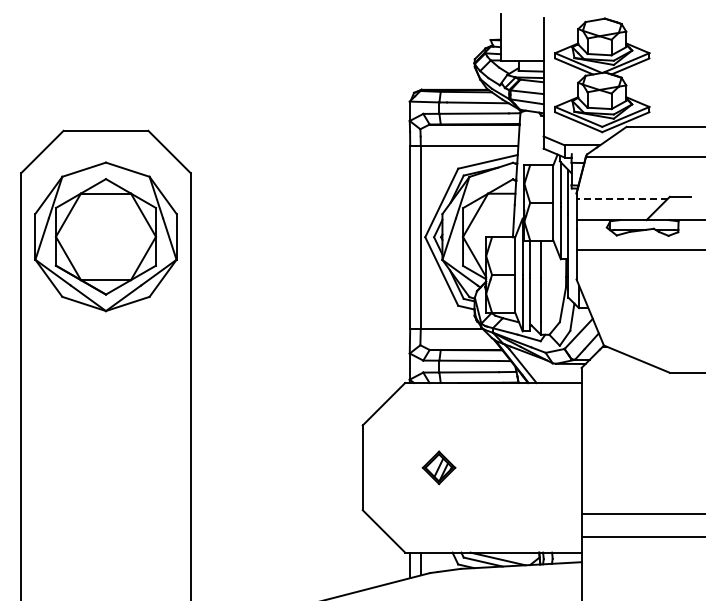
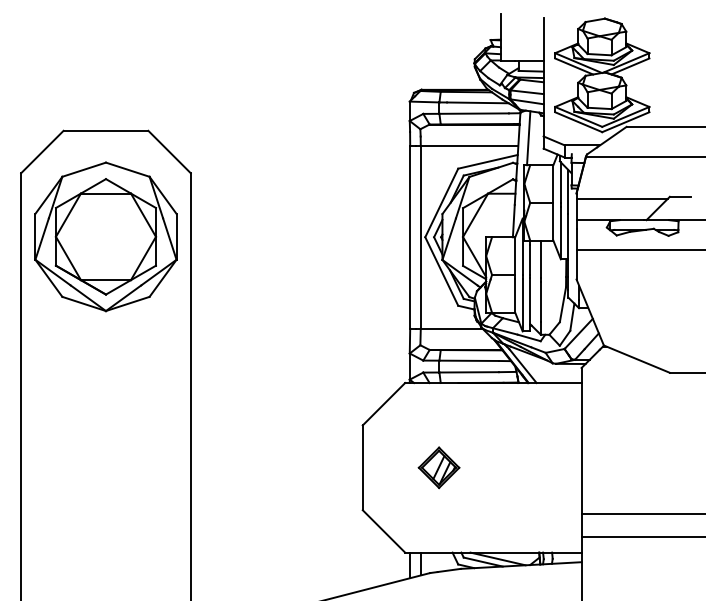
line at (528, 138): none -> present
line at (622, 198): dashed -> solid
part at (438, 467) size: 36x36 px -> 44x44 px
